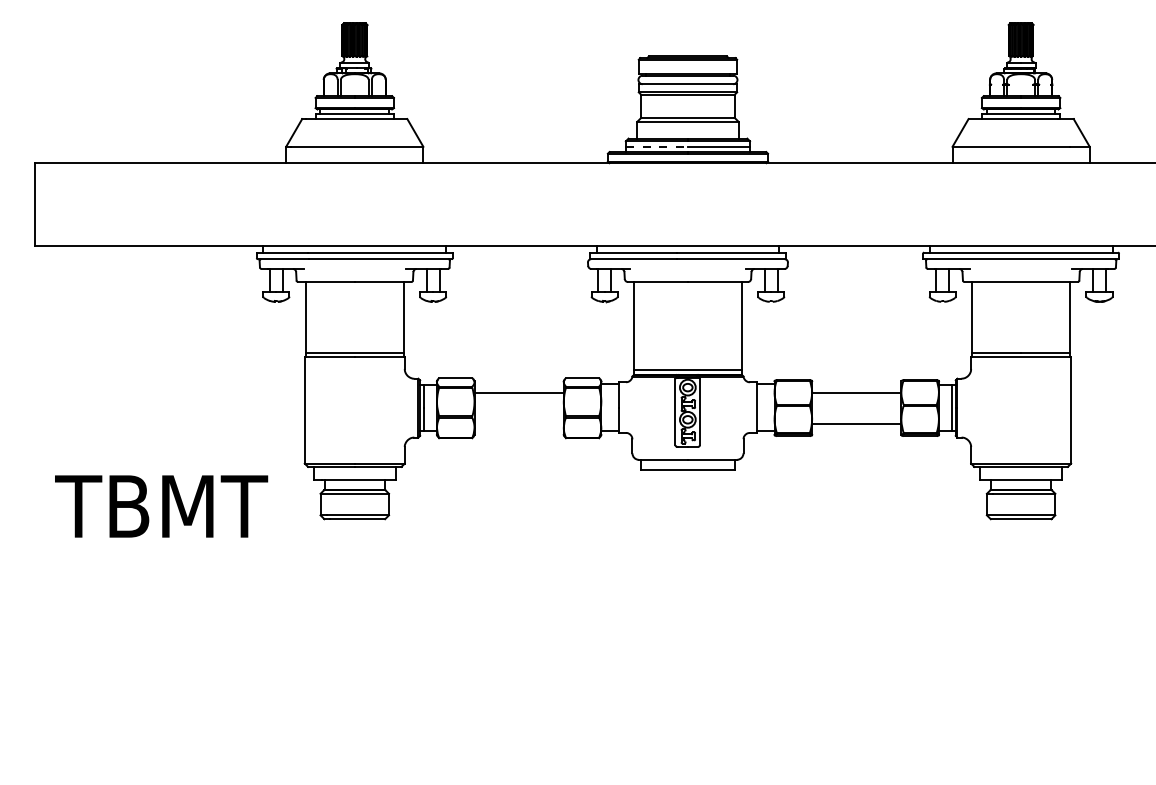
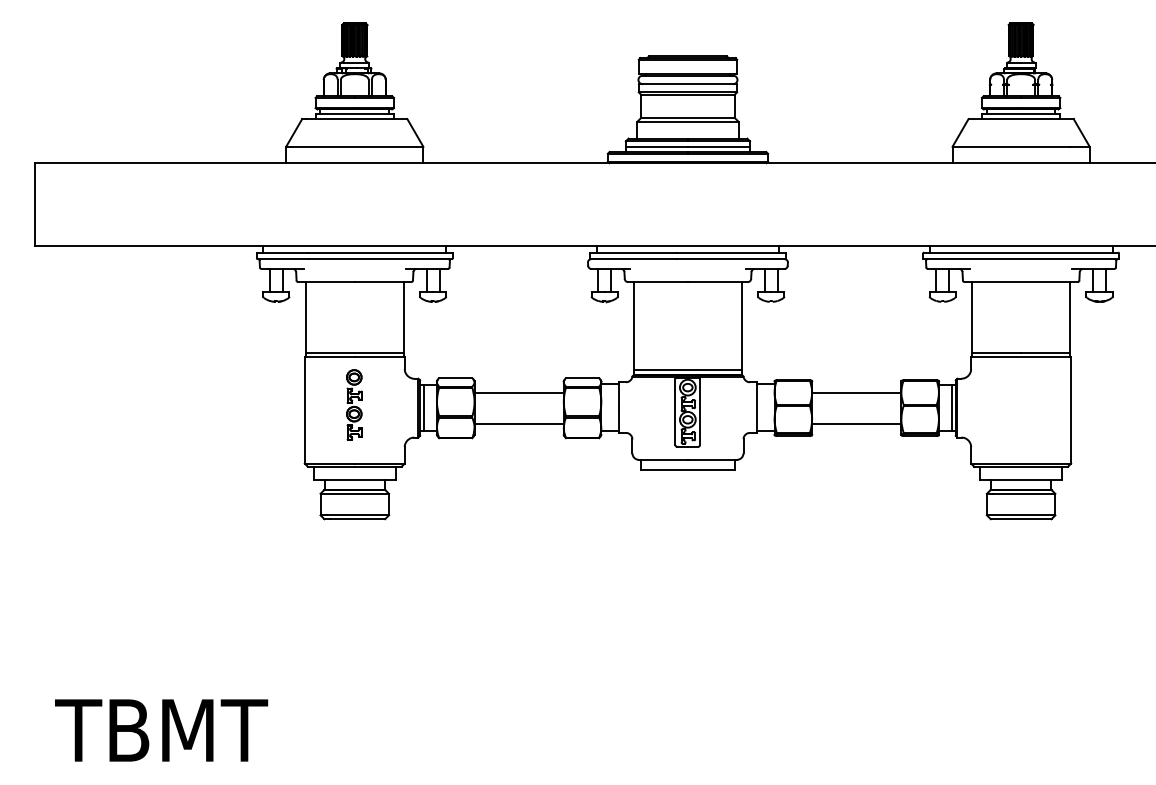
line at (657, 147): dashed -> solid
part at (354, 404): none -> present
line at (518, 423): none -> present
text at (161, 506) position: (161, 506) -> (161, 730)
